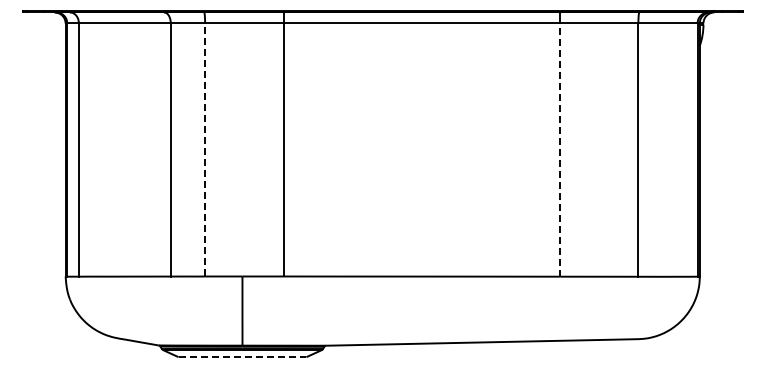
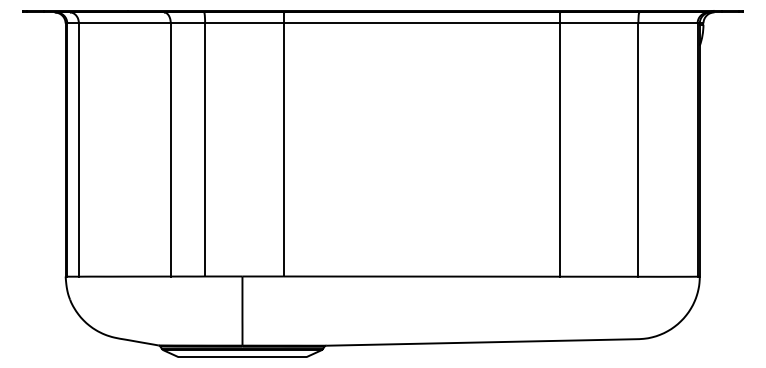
line at (205, 149): dashed -> solid
line at (560, 150): dashed -> solid
line at (242, 357): dashed -> solid
